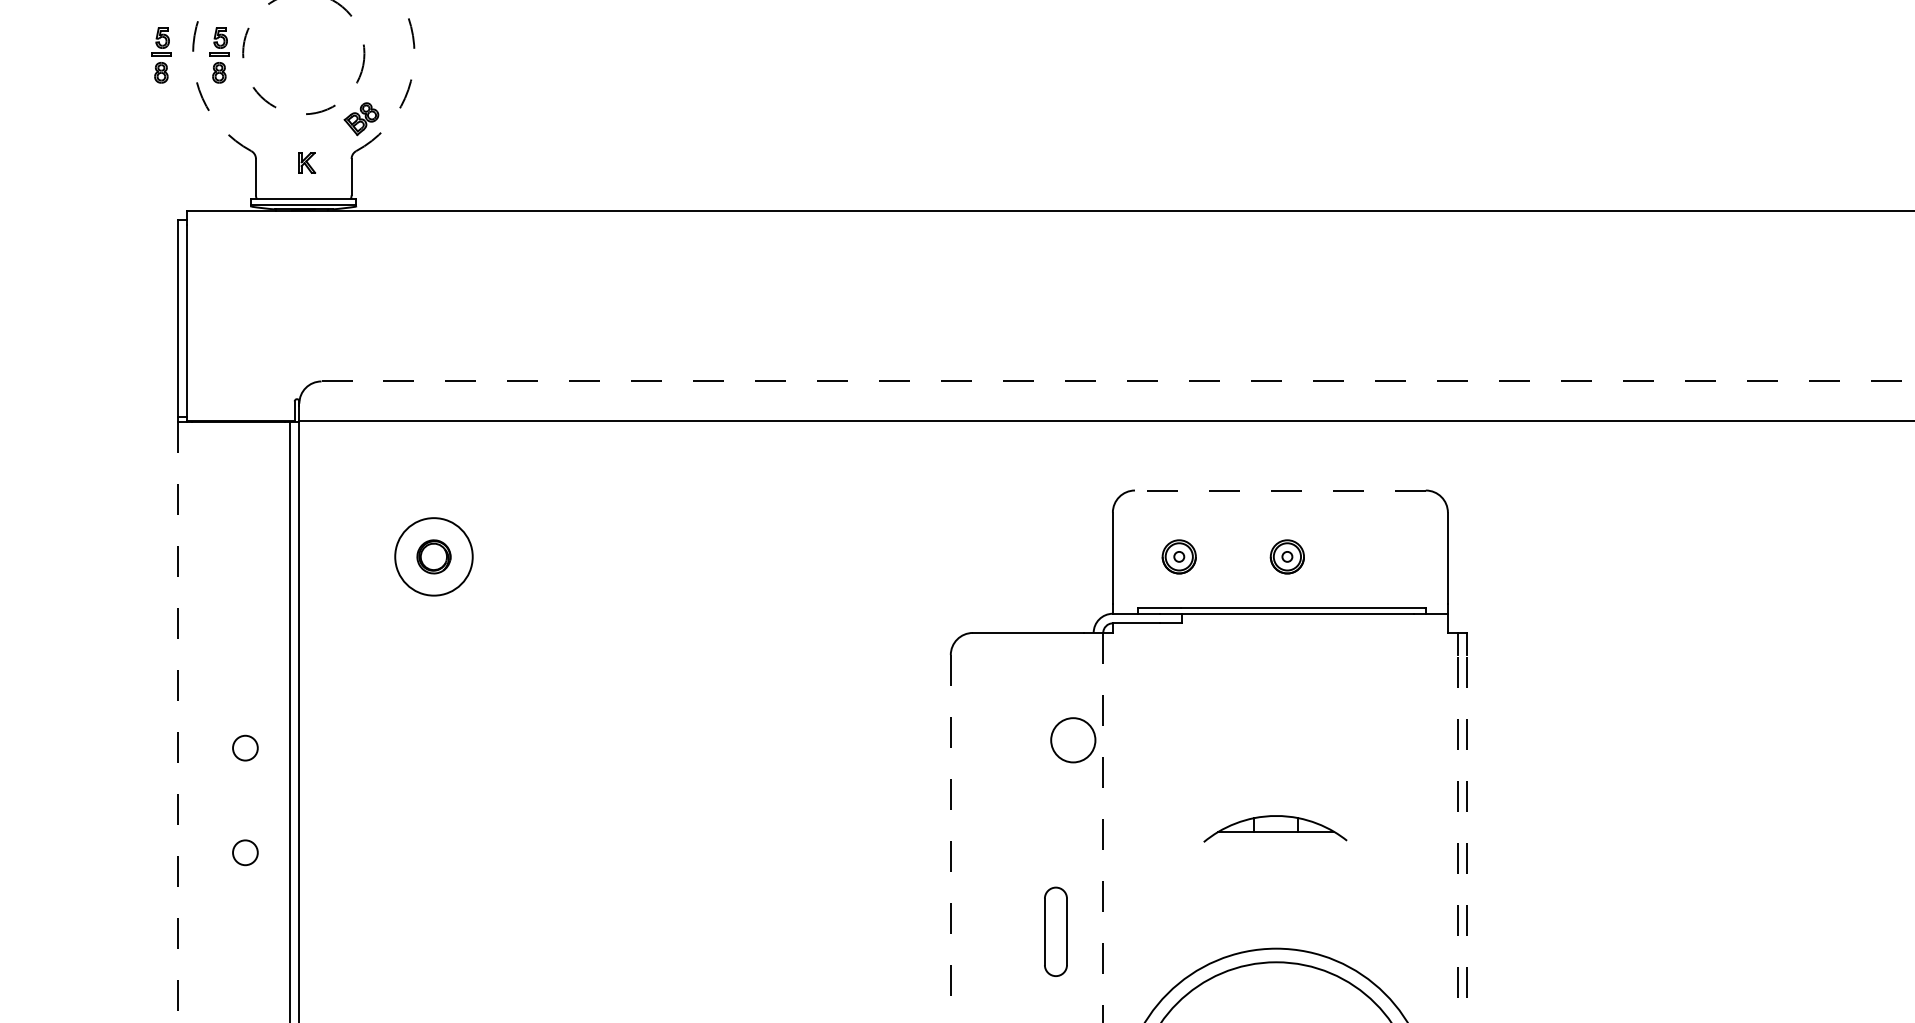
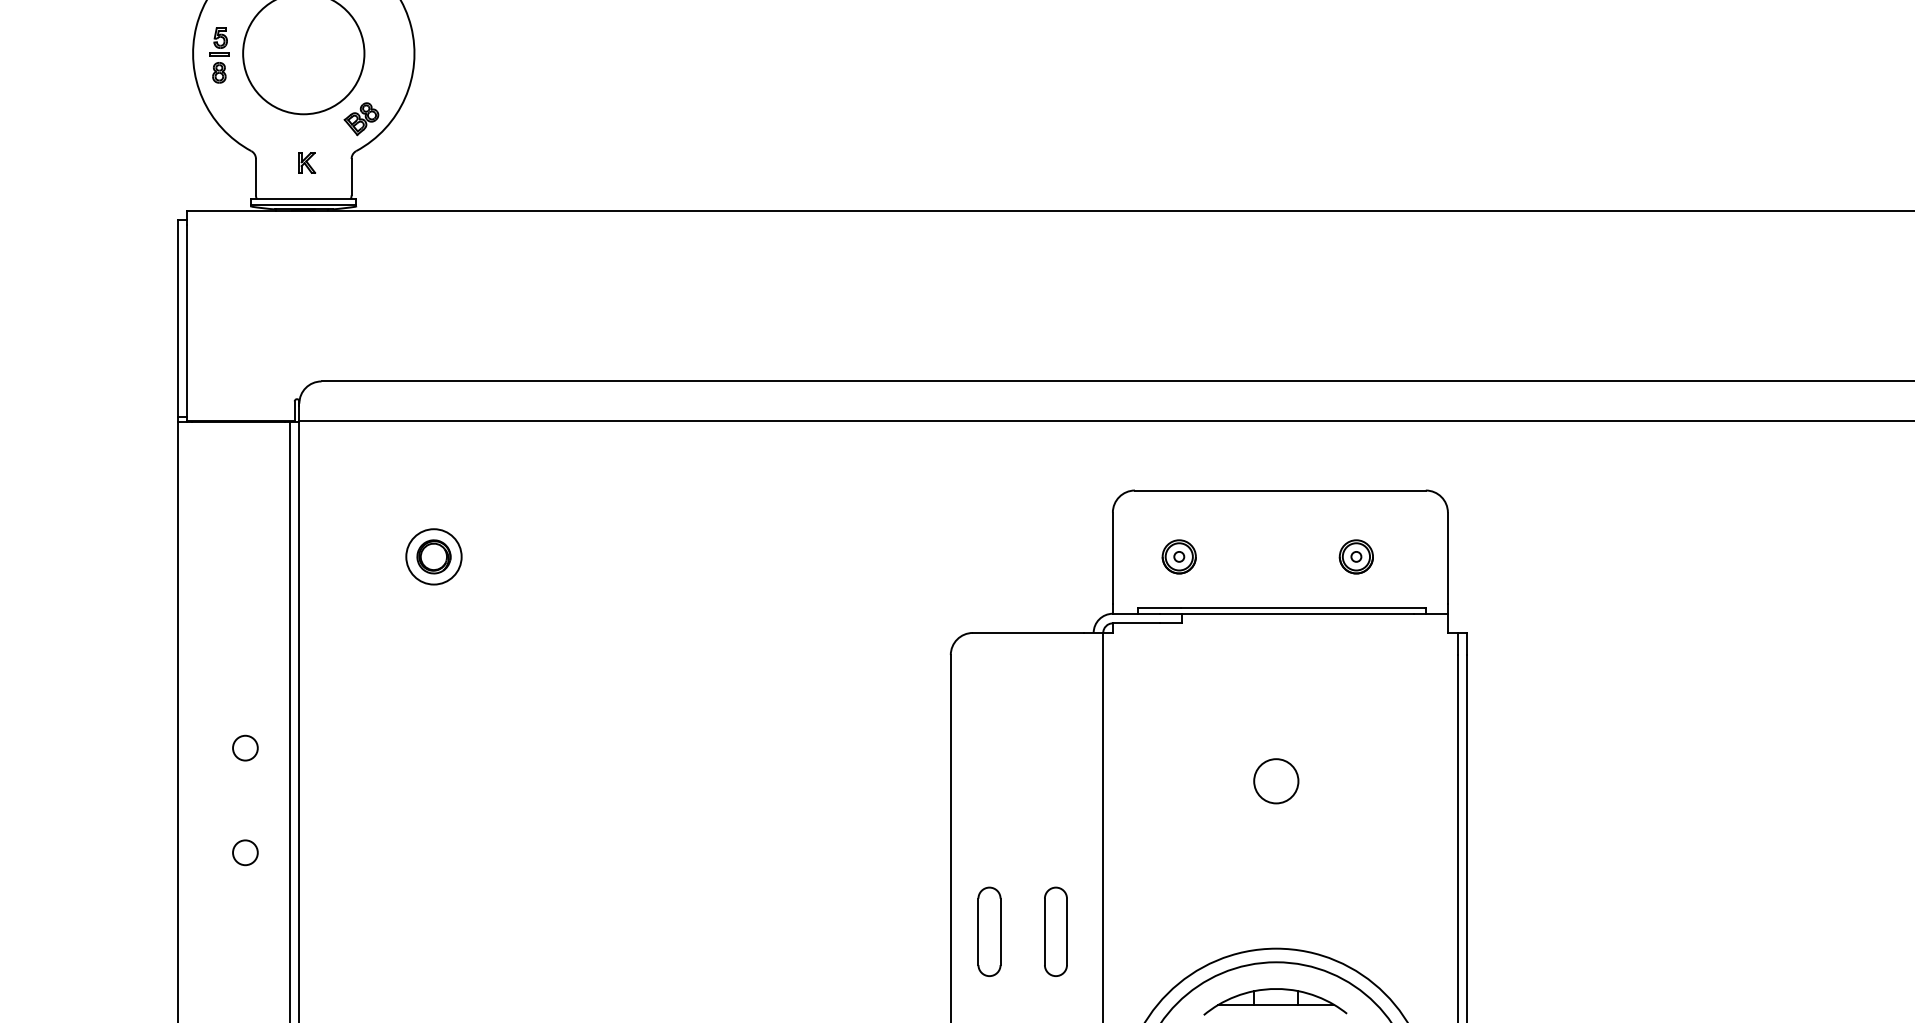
arc at (206, 0): dashed -> solid
part at (161, 55): present -> none
circle at (303, 57): dashed -> solid
line at (1118, 381): dashed -> solid
line at (1279, 490): dashed -> solid
circle at (433, 556) diameter: 78 px -> 55 px
part at (1286, 556) position: (1286, 556) -> (1355, 556)
line at (177, 722): dashed -> solid
circle at (1073, 740) position: (1073, 740) -> (1276, 781)
line at (1103, 827): dashed -> solid
part at (1275, 828) position: (1275, 828) -> (1275, 1001)
line at (1457, 838): dashed -> solid
line at (1467, 838): dashed -> solid
line at (950, 839): dashed -> solid
part at (989, 931): none -> present
